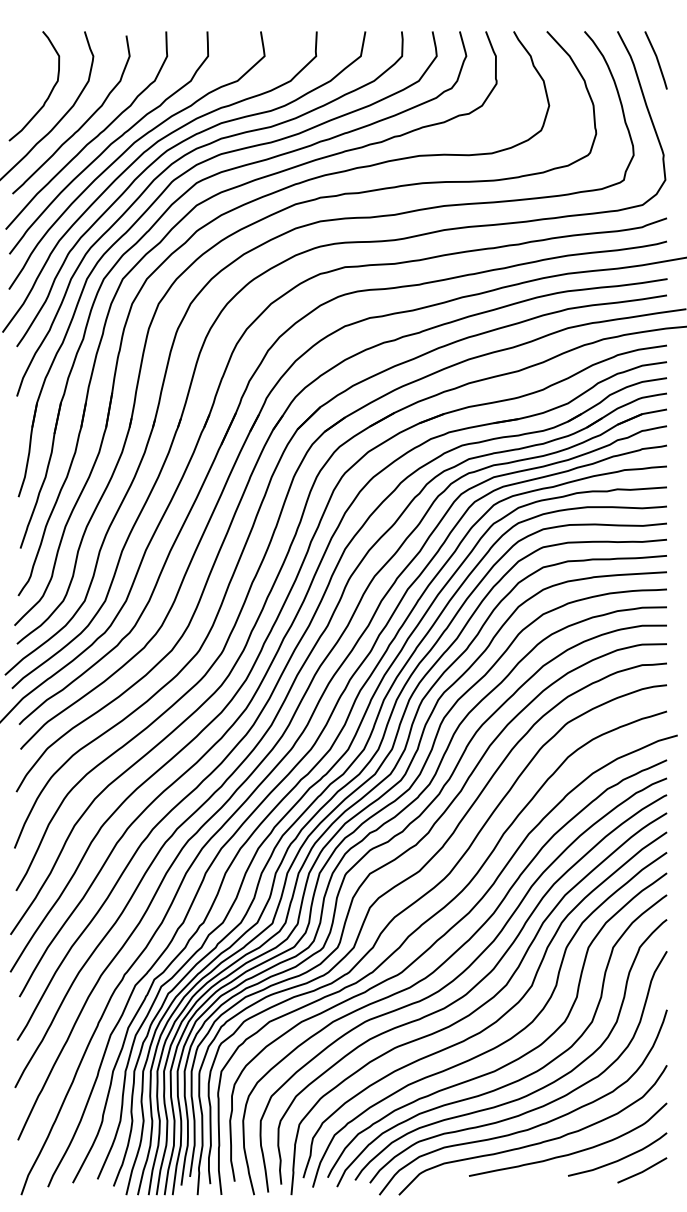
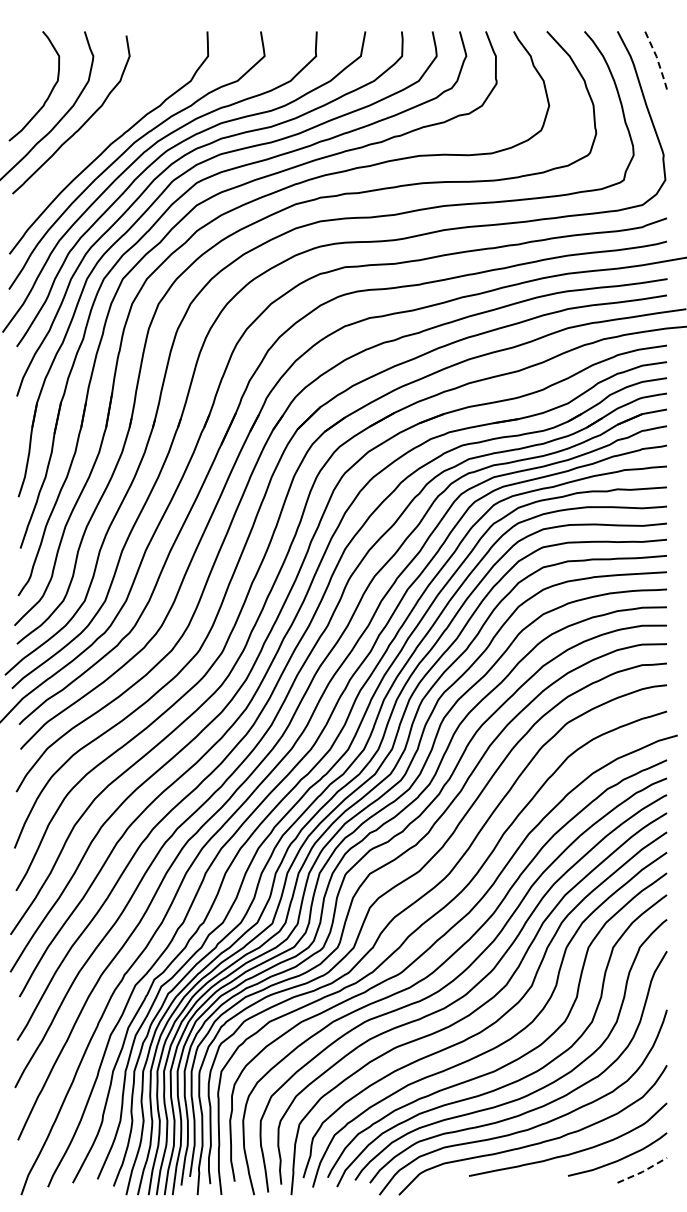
line at (657, 59): solid -> dashed
curve at (91, 139): present -> none
line at (642, 1172): solid -> dashed
